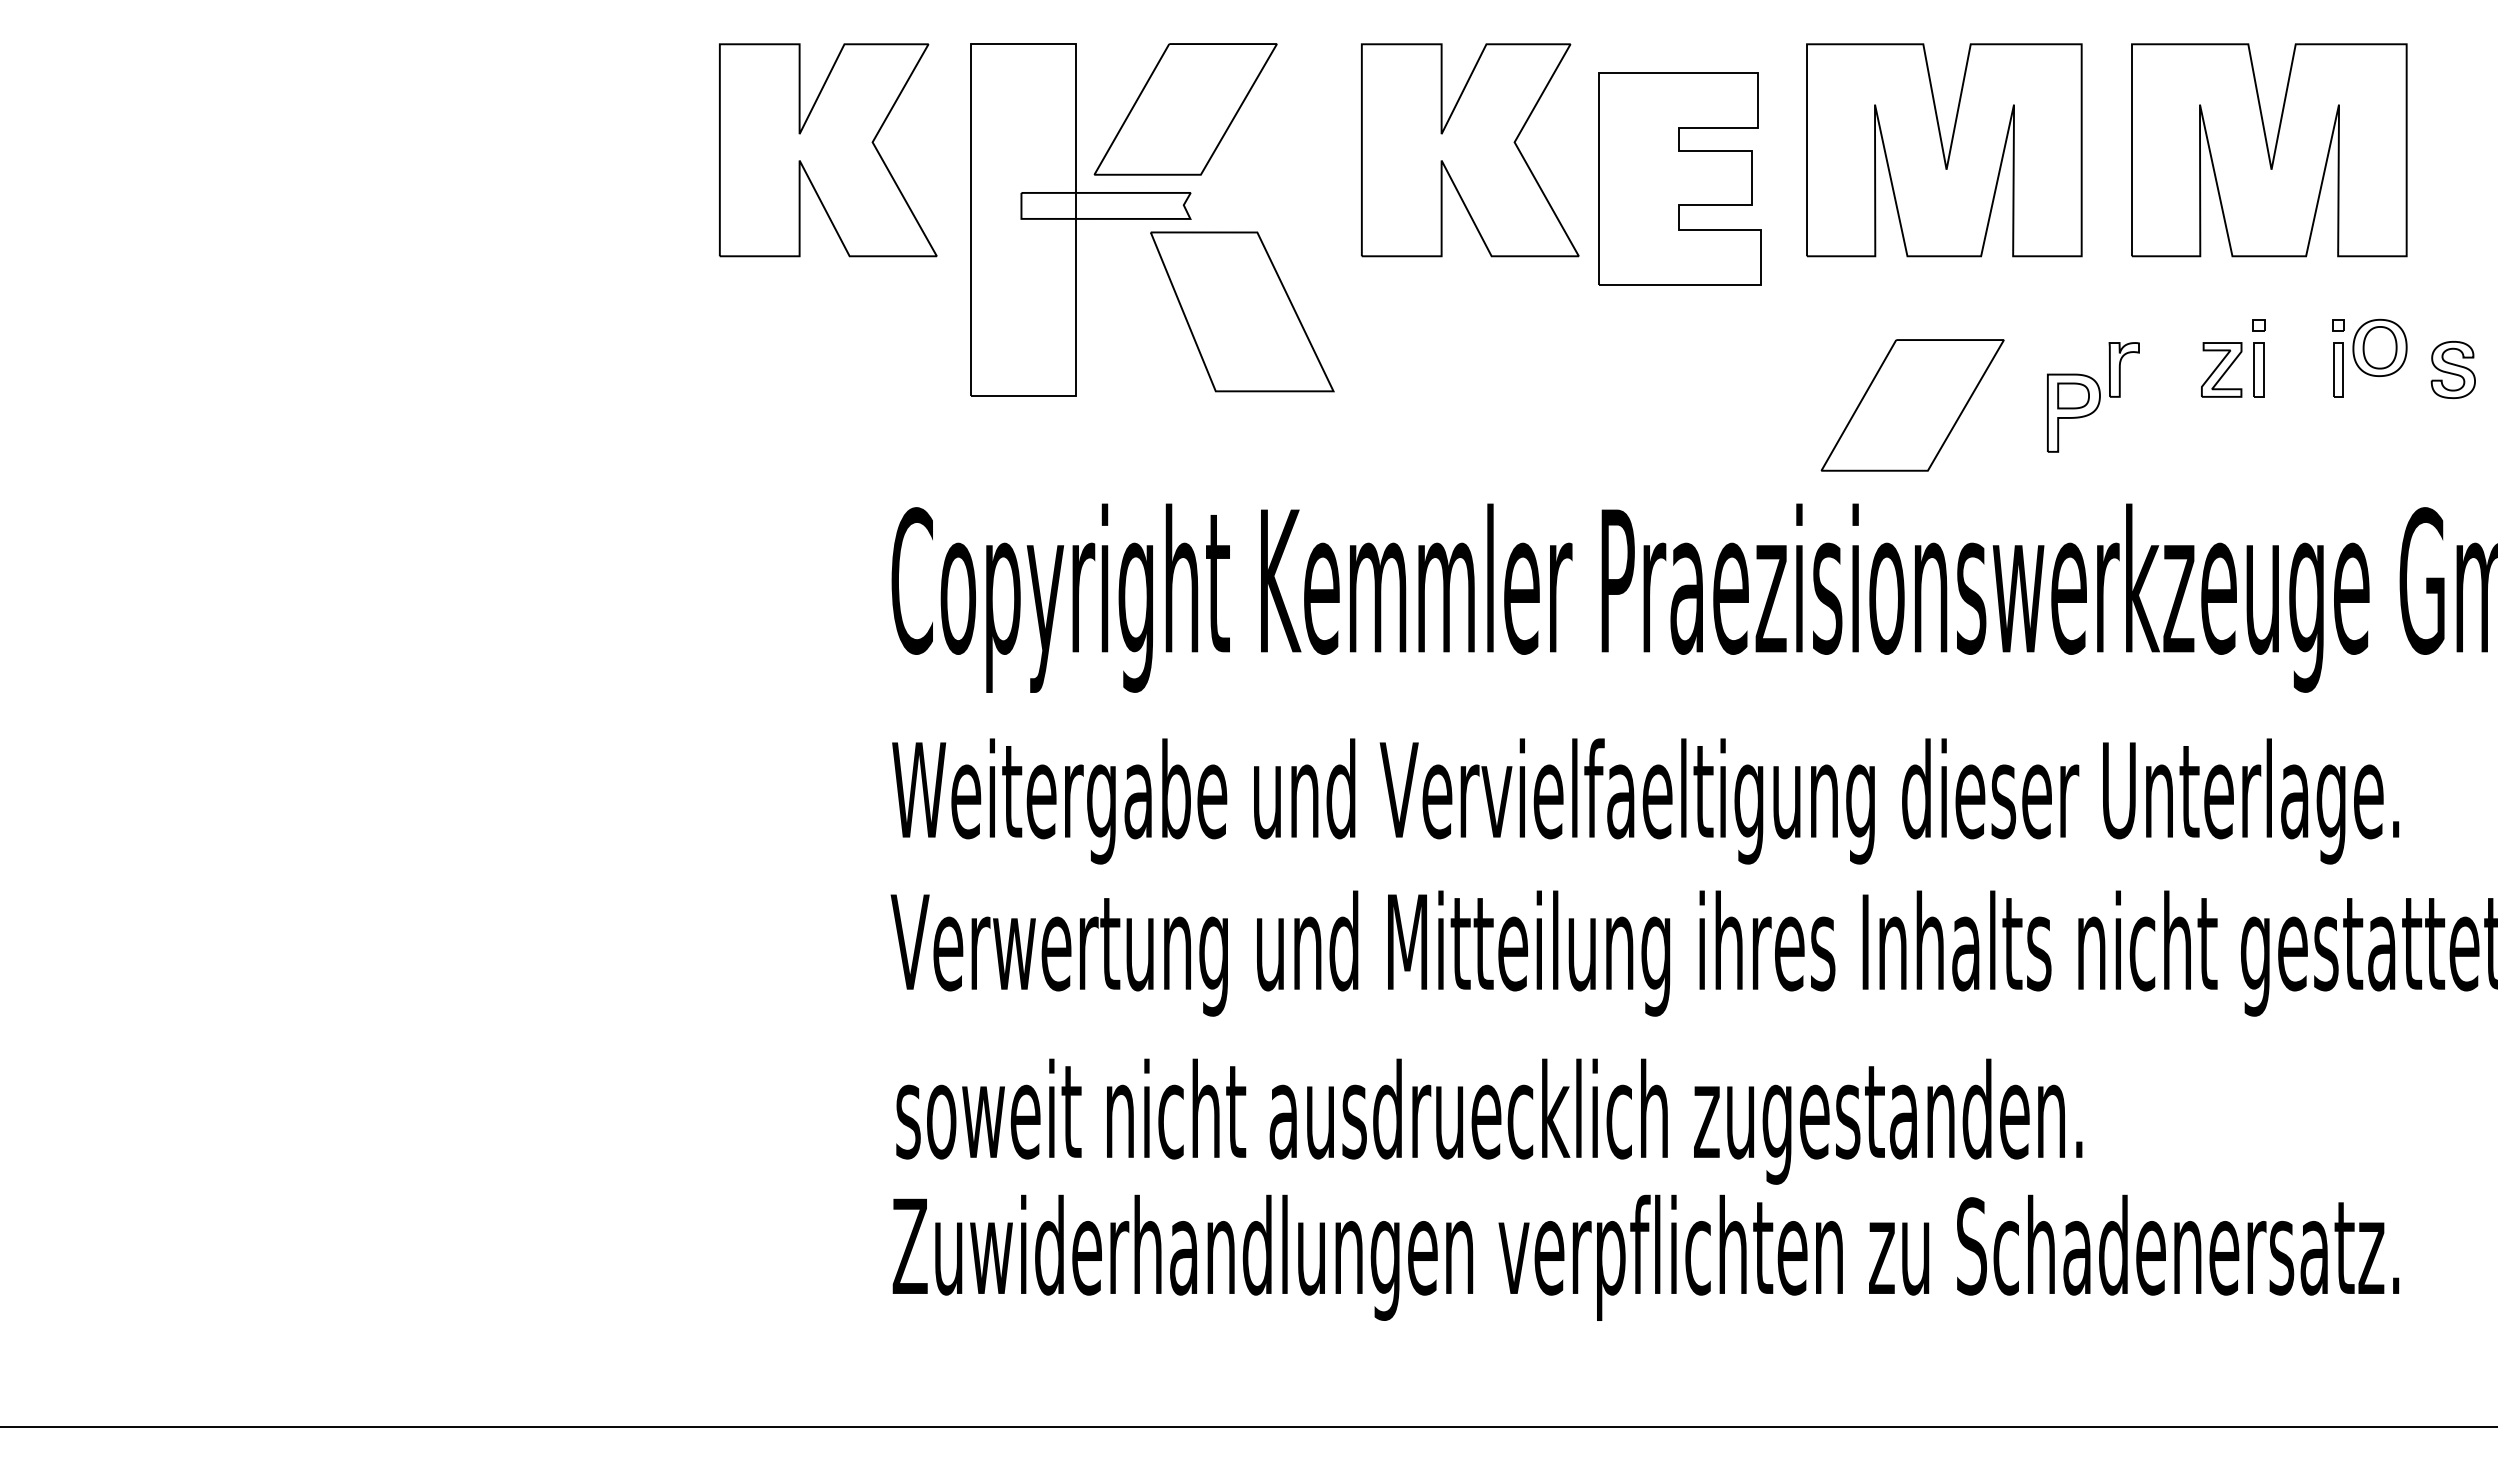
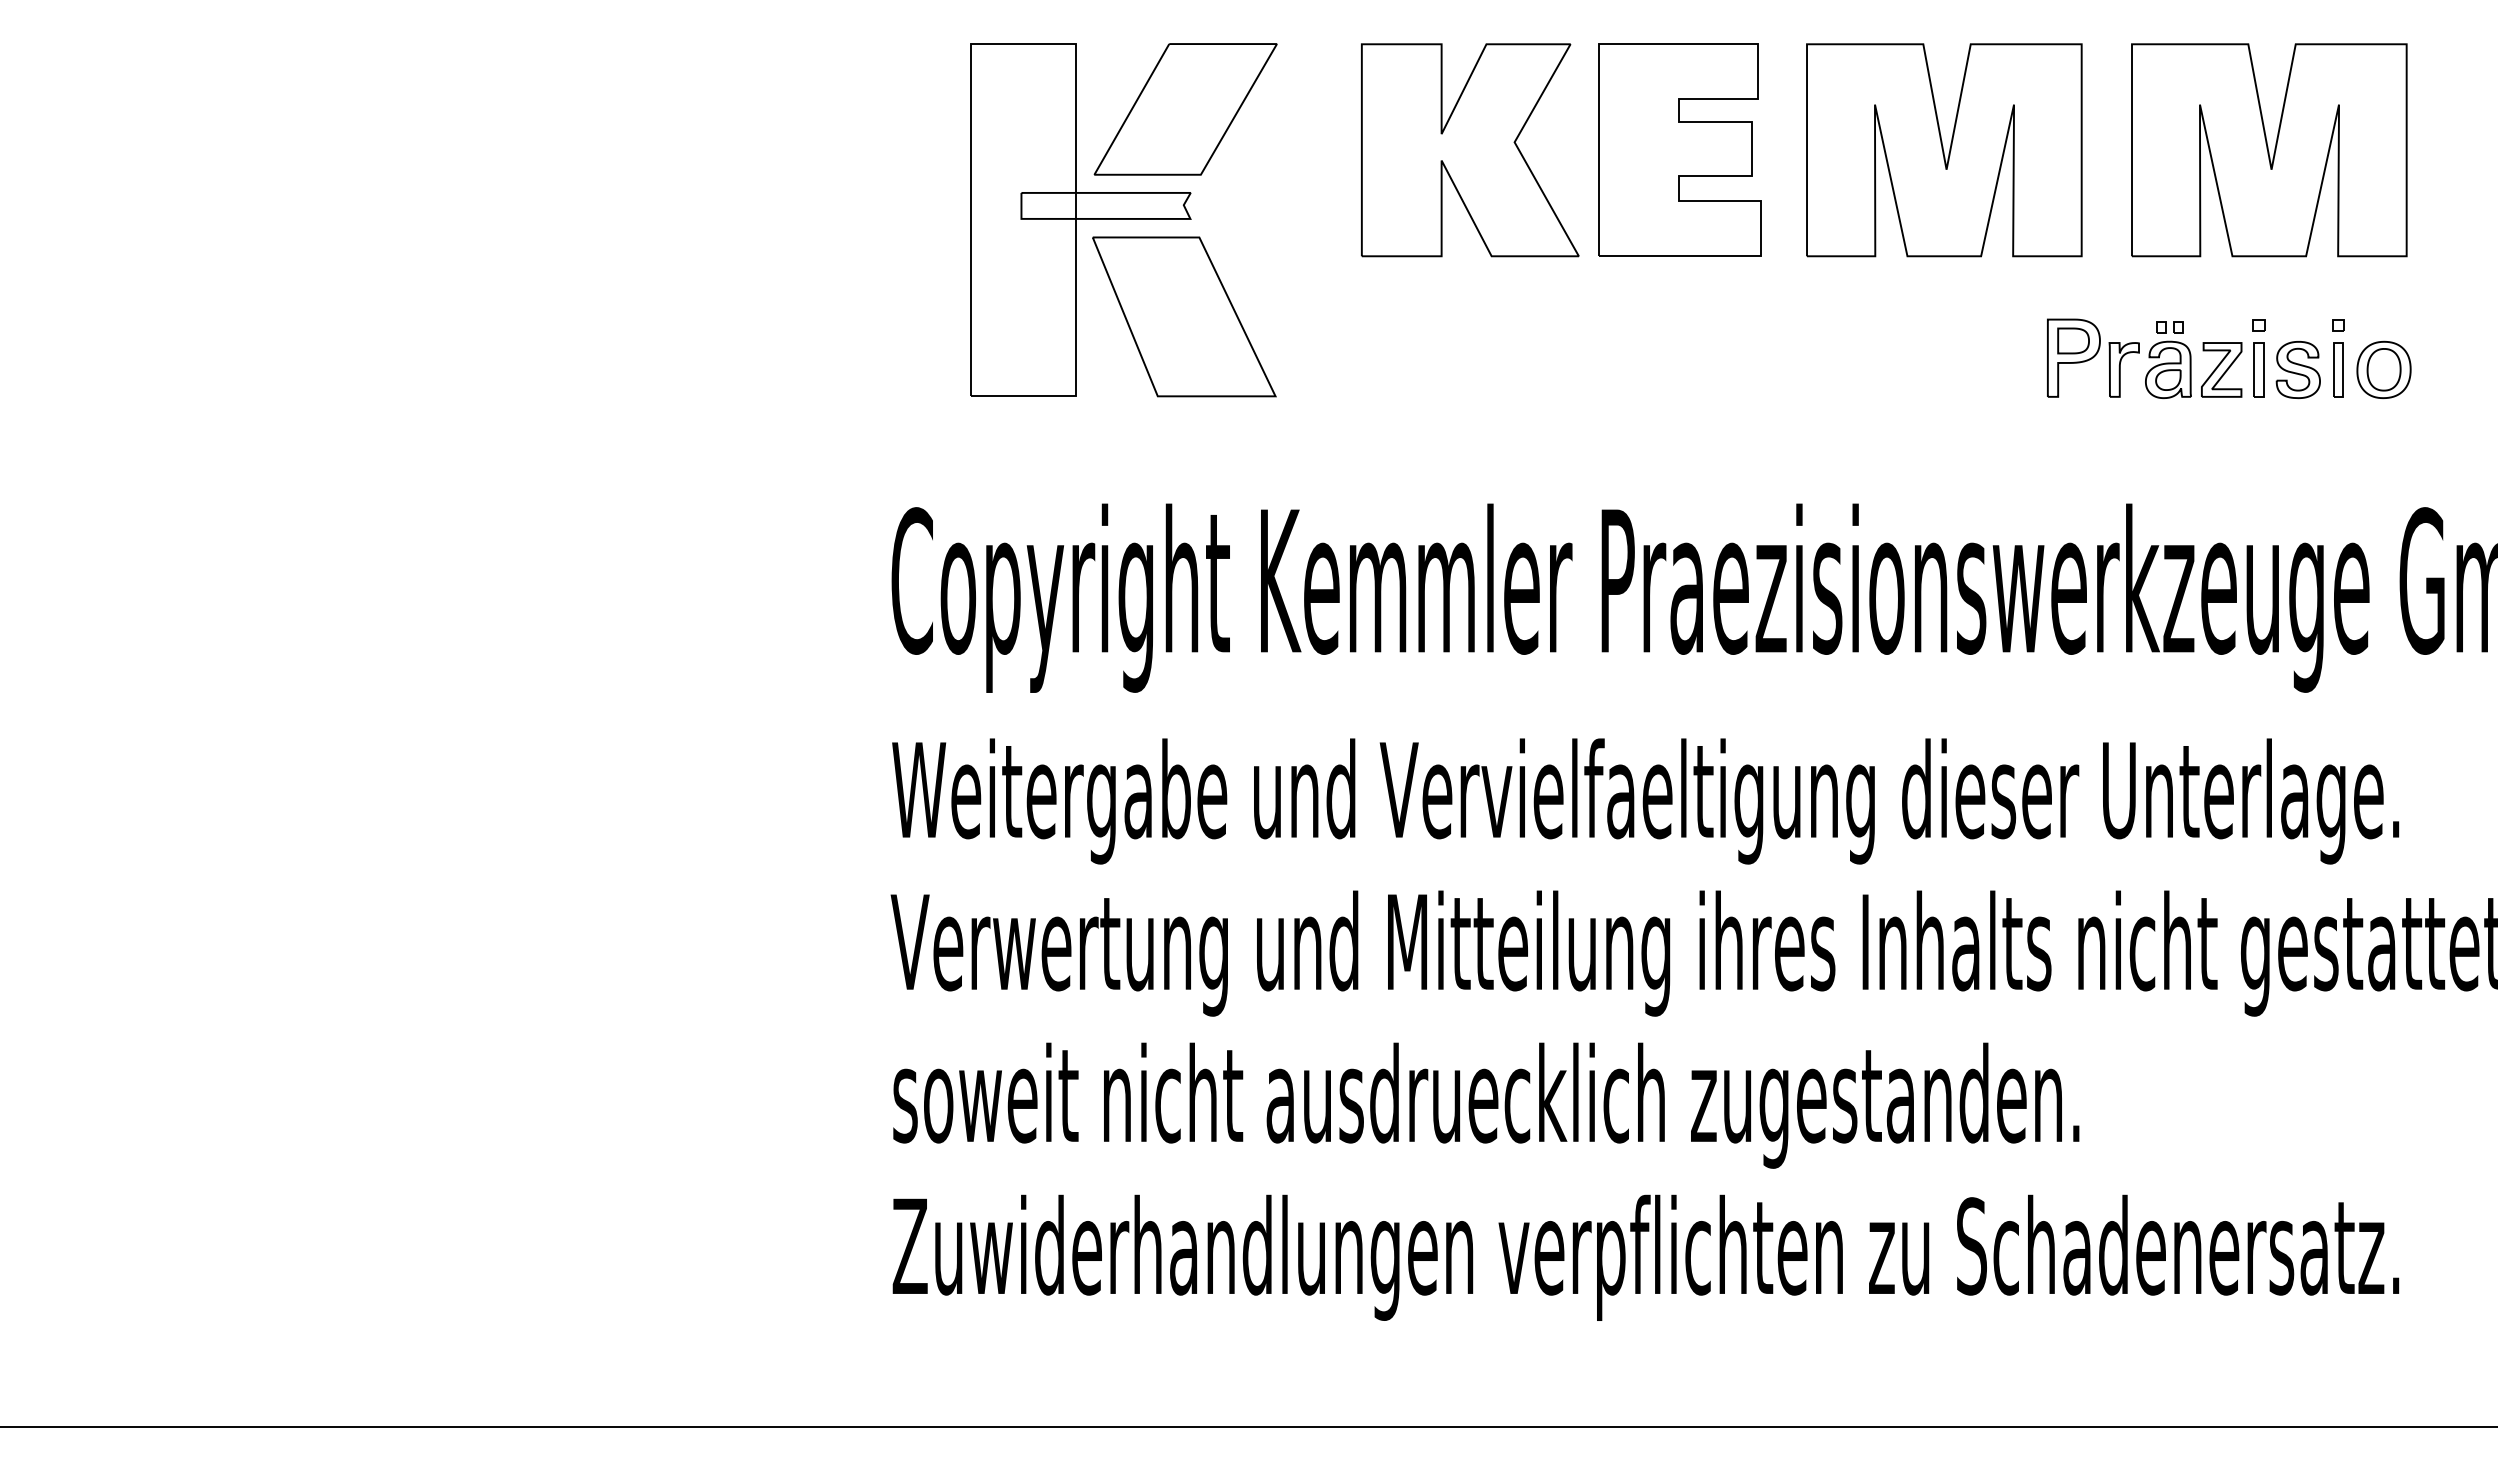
part at (828, 150): present -> none
part at (1679, 178) position: (1679, 178) -> (1679, 149)
part at (1242, 311) position: (1242, 311) -> (1184, 316)
part at (2379, 347) position: (2379, 347) -> (2383, 369)
part at (2168, 359): none -> present
part at (2452, 369) position: (2452, 369) -> (2297, 369)
part at (1912, 405): present -> none
part at (2073, 412) position: (2073, 412) -> (2073, 357)
text at (1489, 1121) position: (1489, 1121) -> (1486, 1105)
